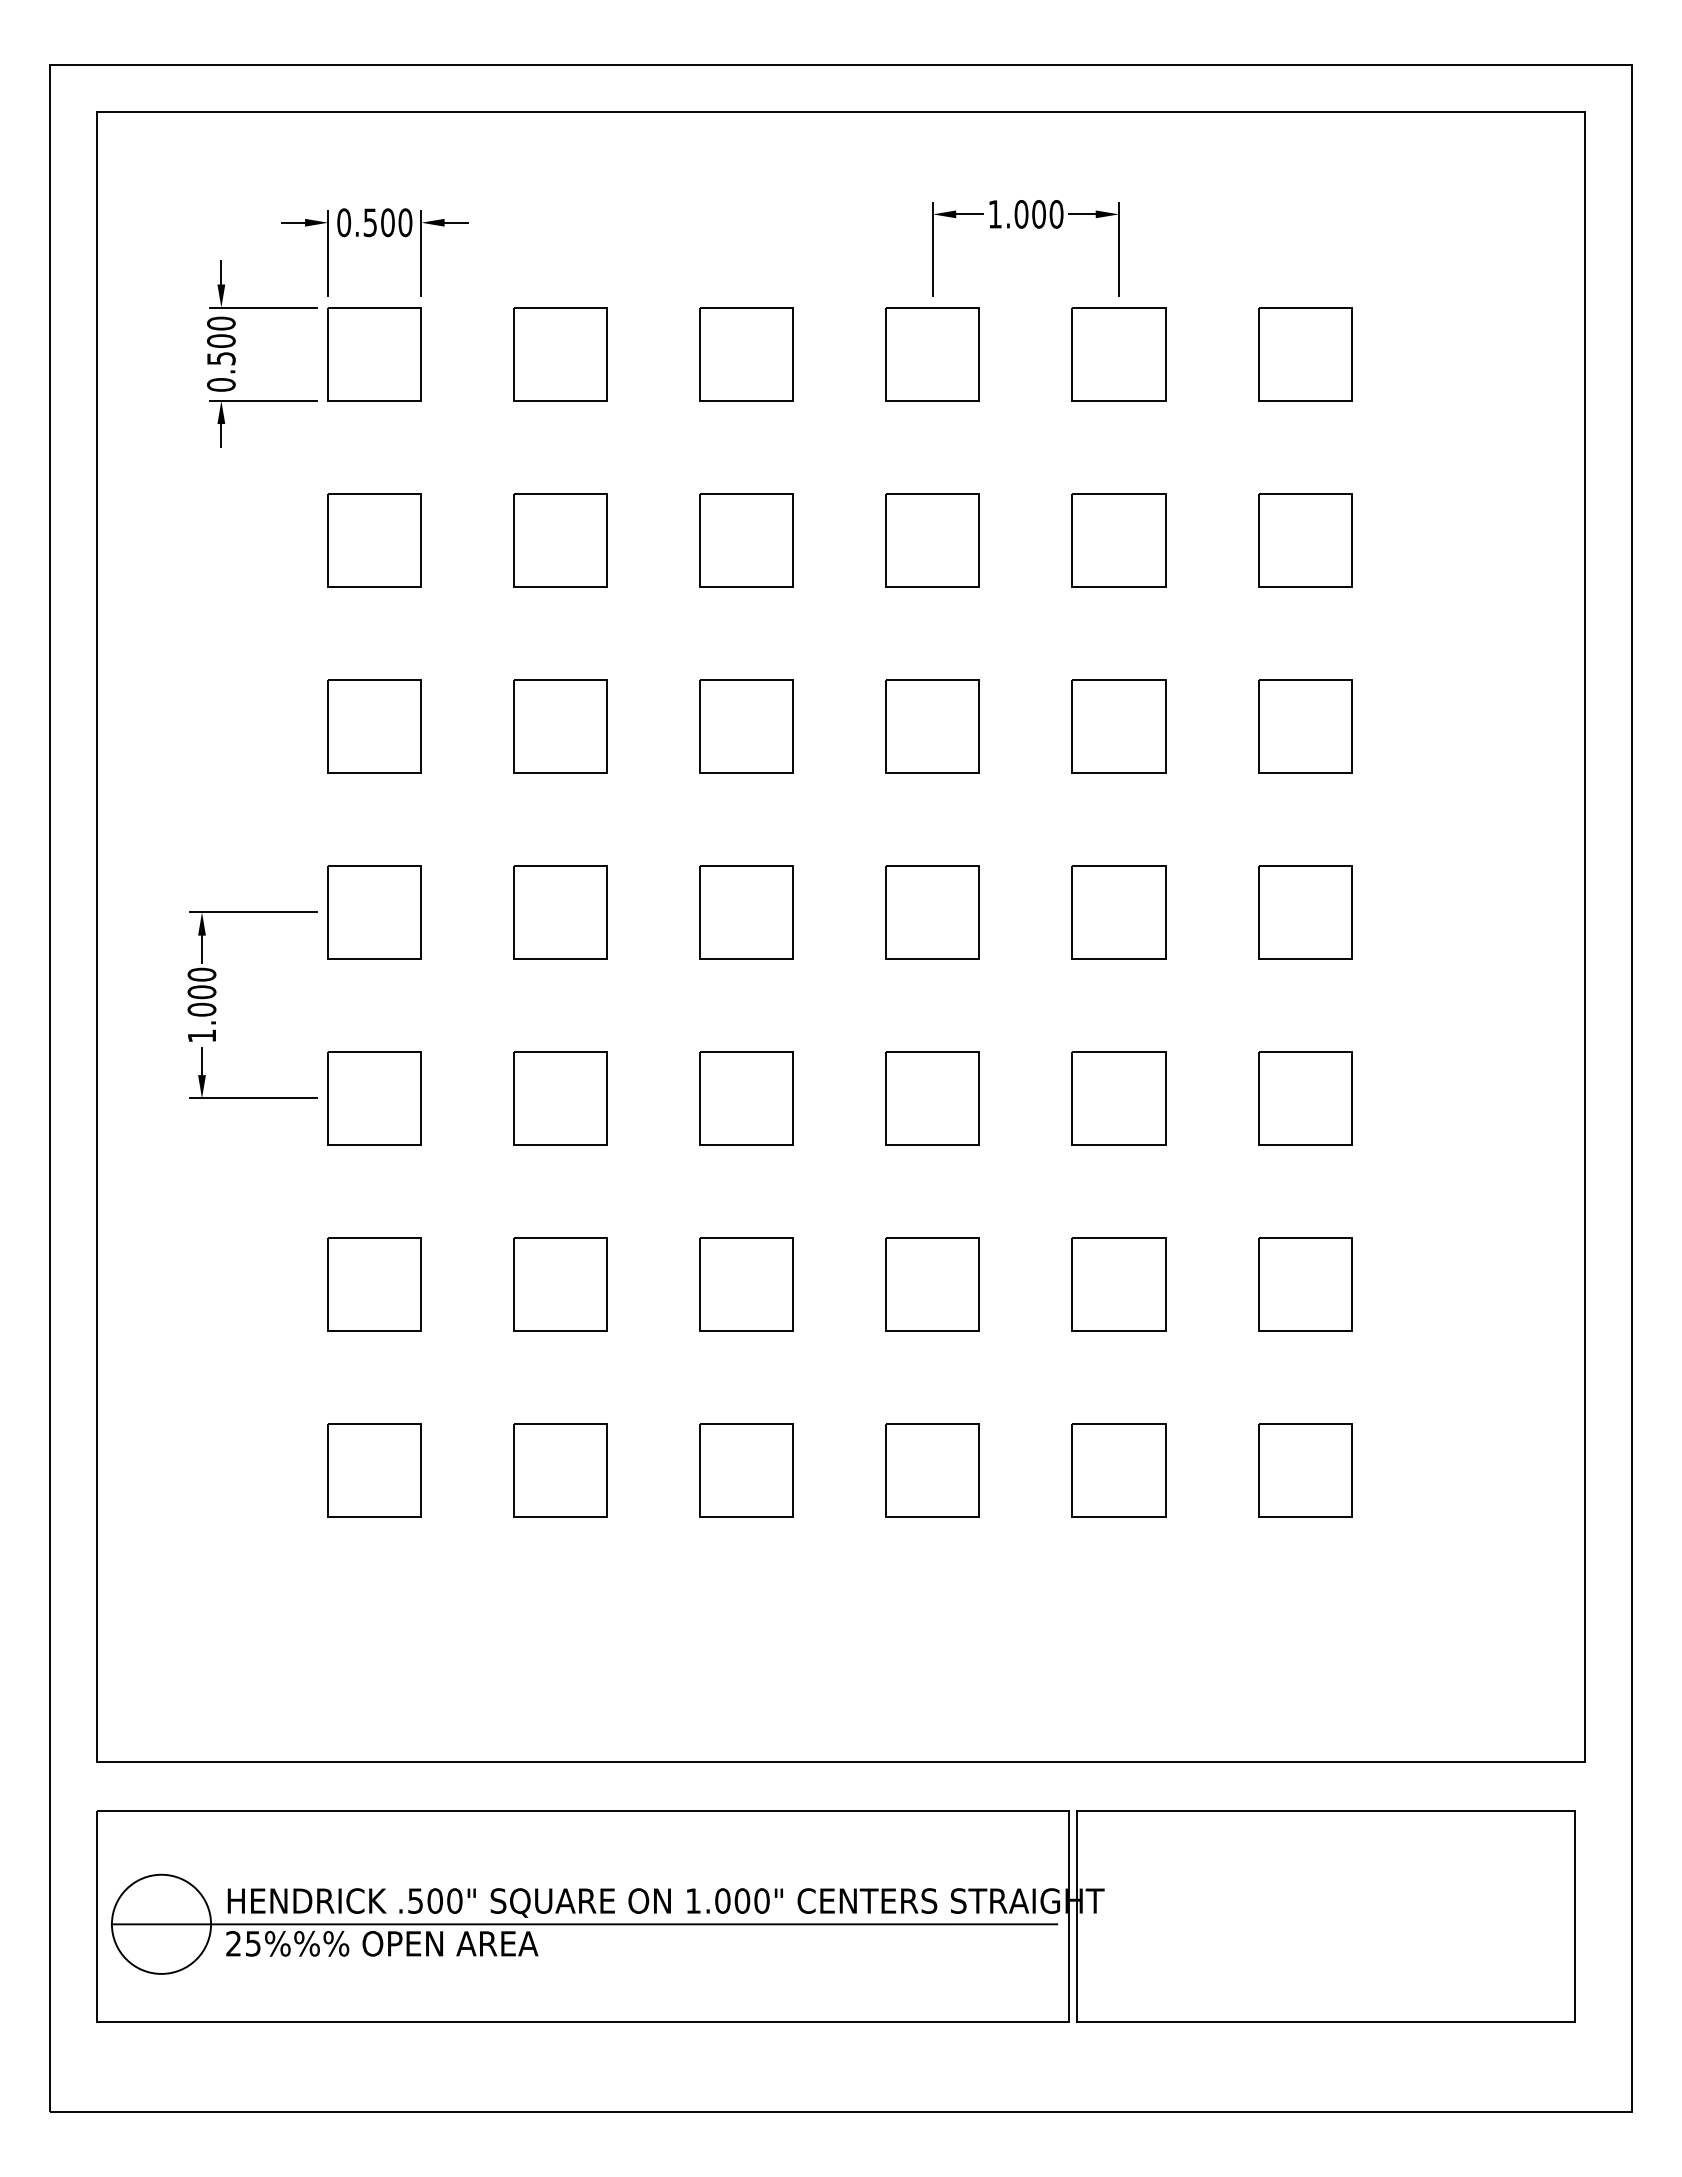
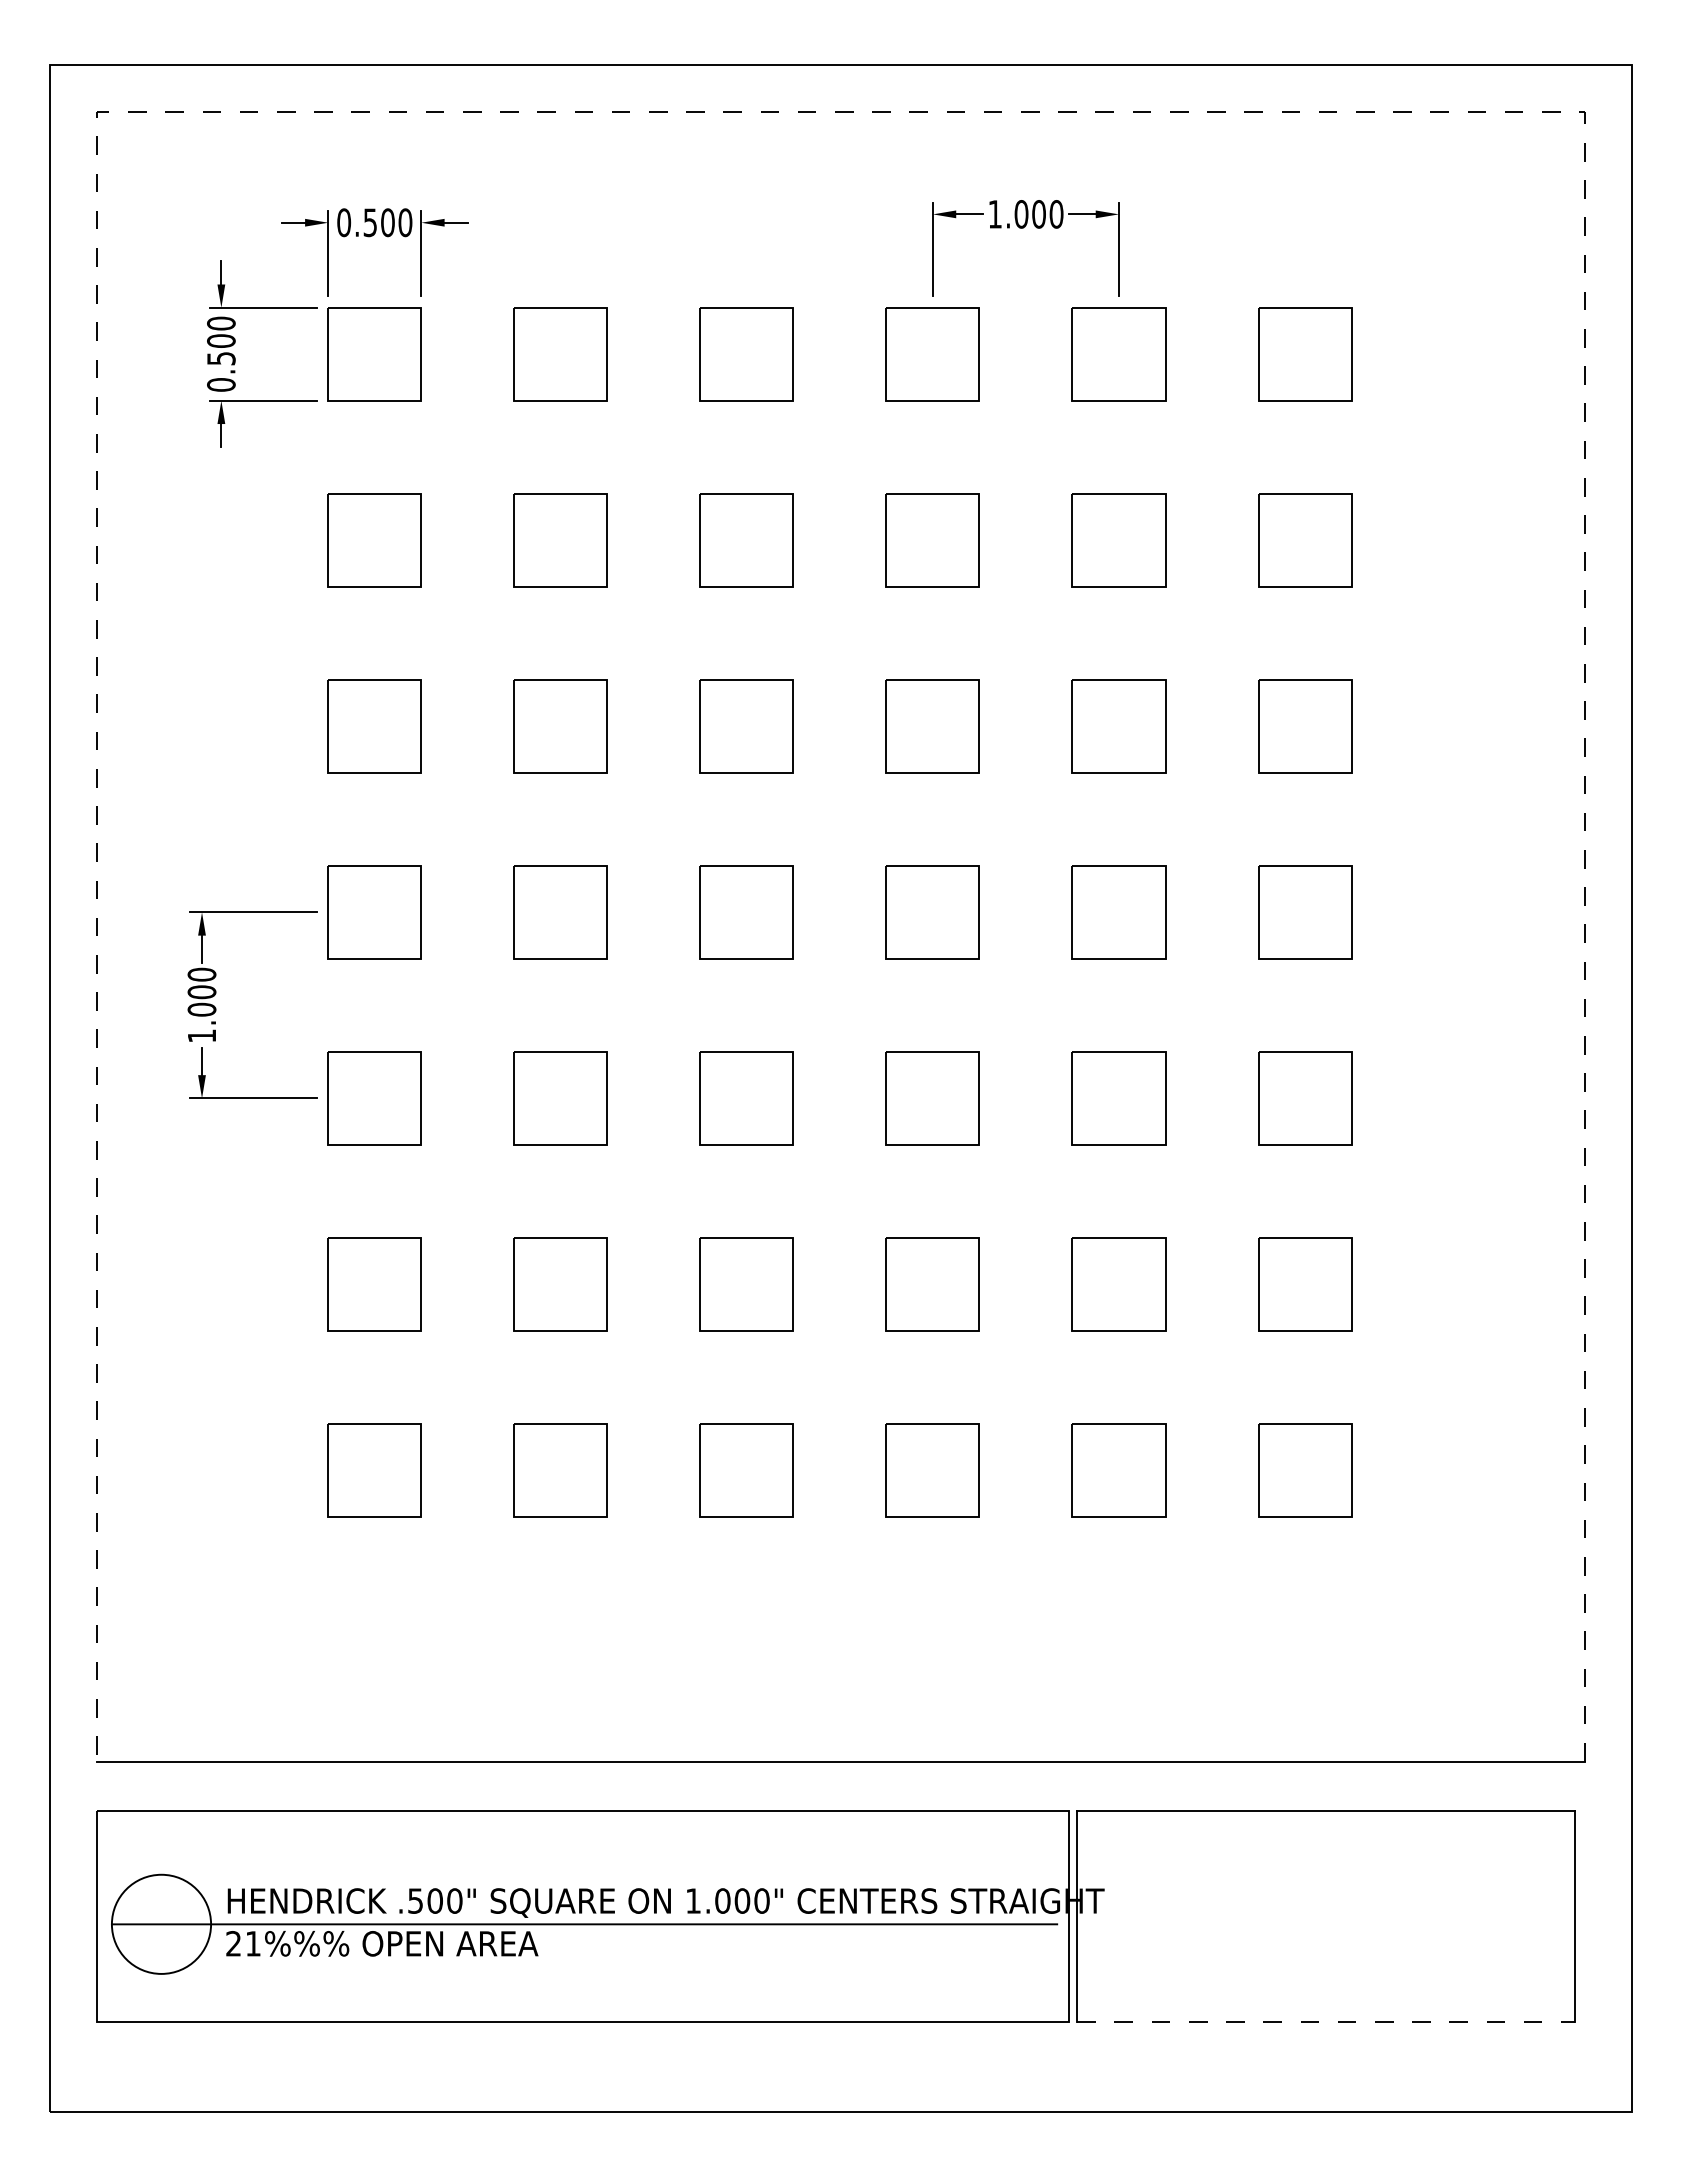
line at (840, 111): solid -> dashed
text at (253, 1943): 25%%% -> 21%%%
line at (1326, 2022): solid -> dashed
